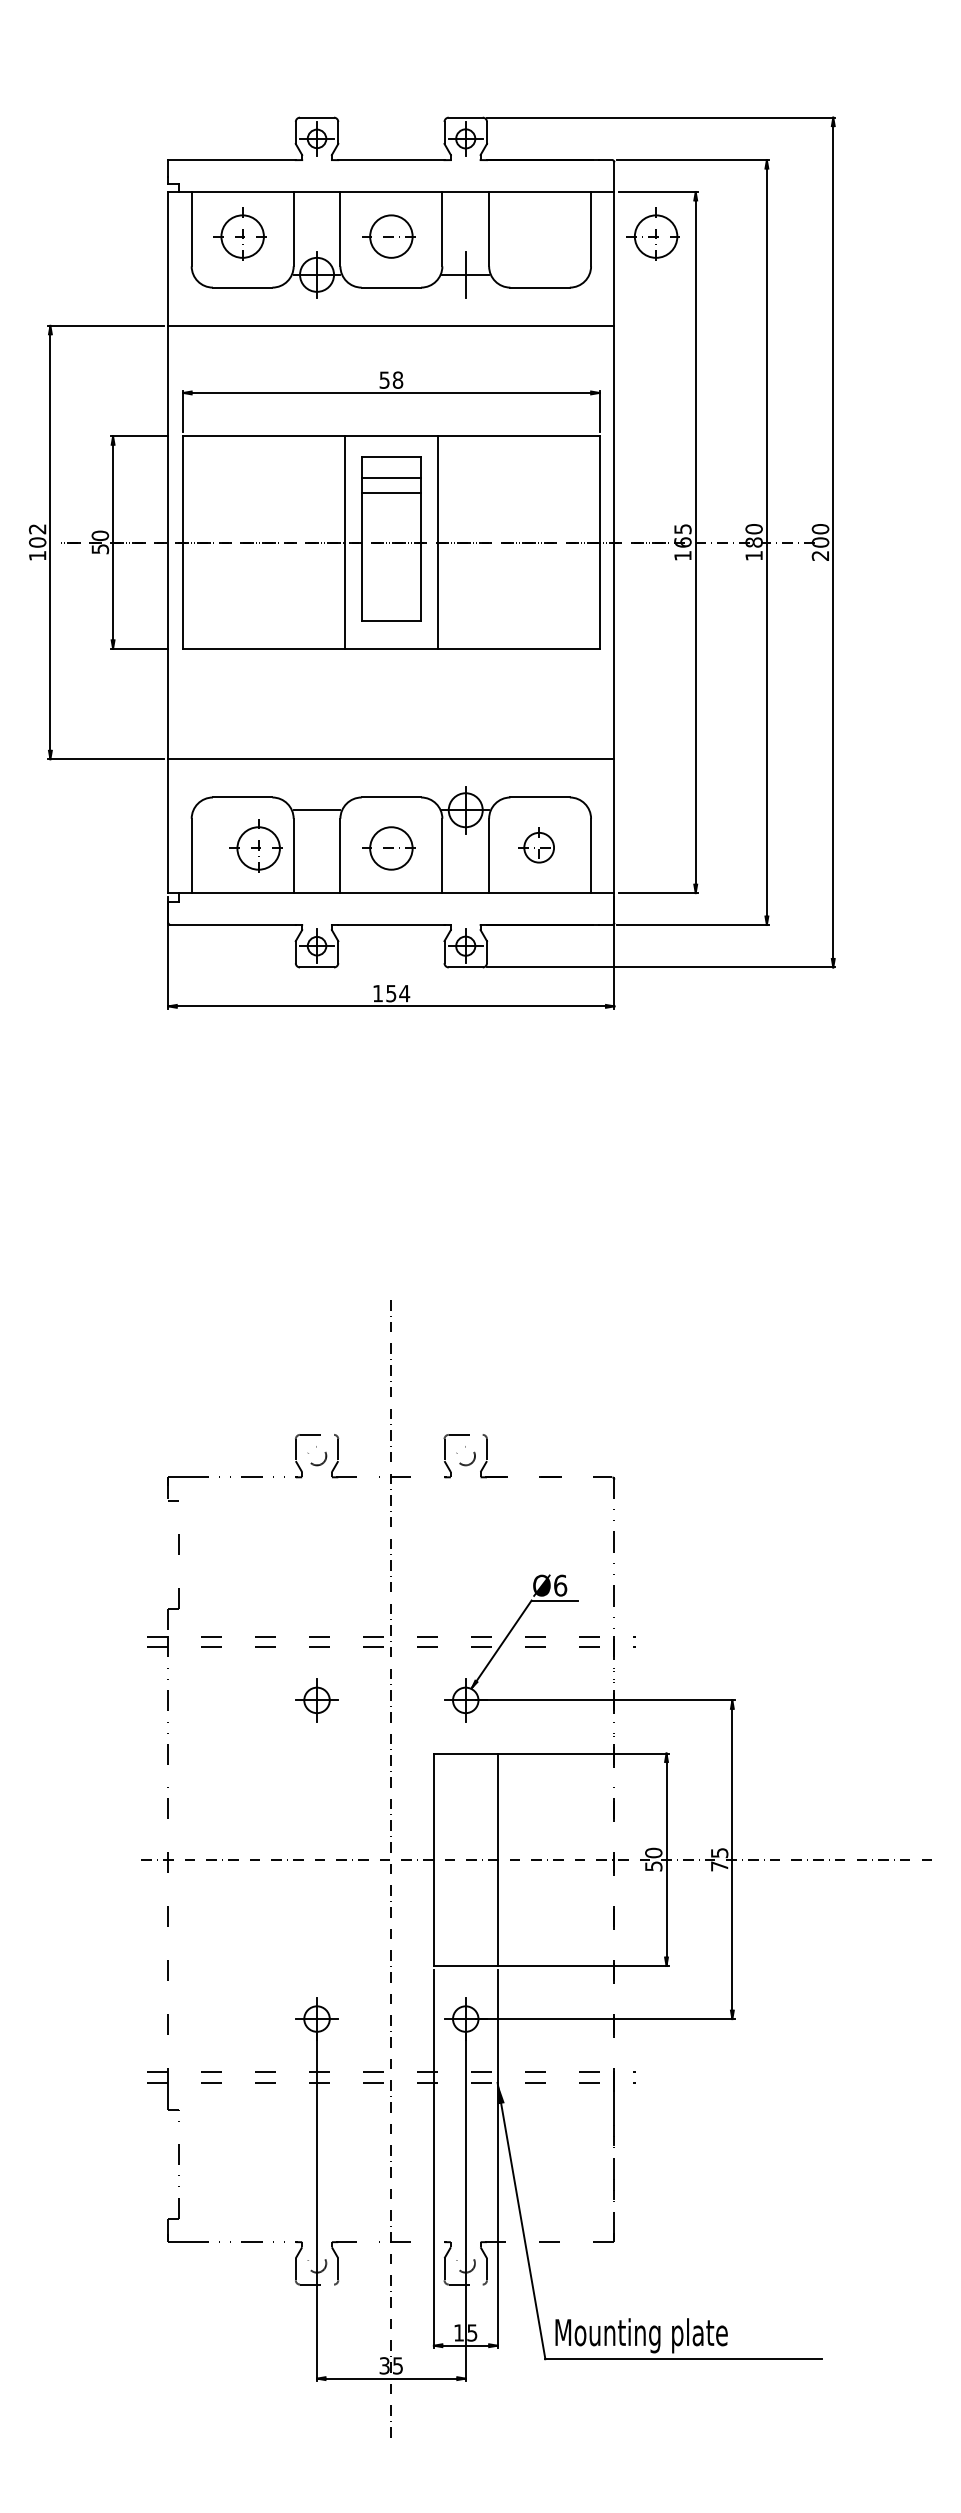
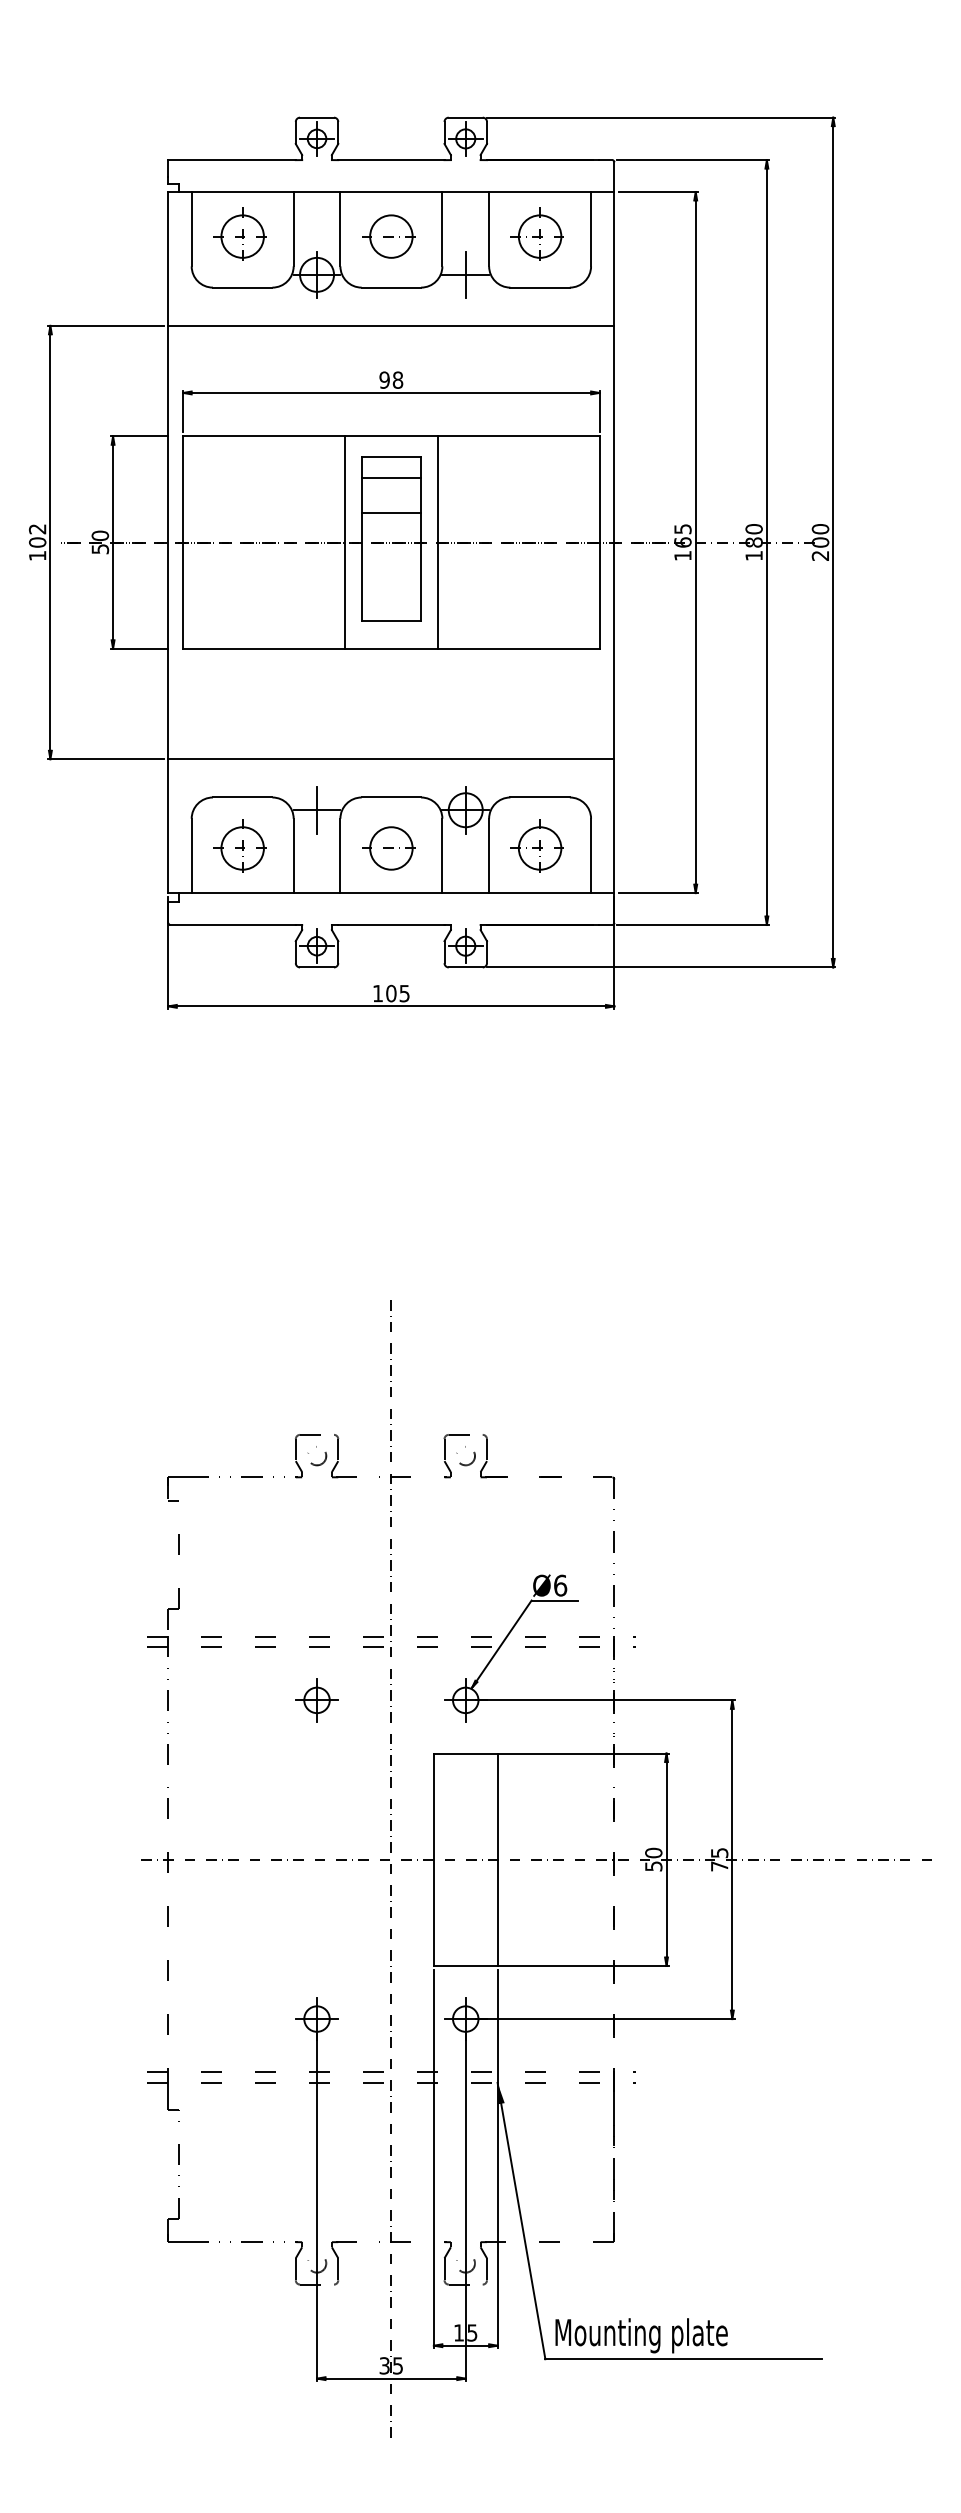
part at (652, 233) position: (652, 233) -> (536, 233)
text at (384, 379): 58 -> 98
line at (391, 493) position: (391, 493) -> (391, 513)
line at (317, 809): none -> present
part at (255, 845) position: (255, 845) -> (239, 845)
part at (536, 845) size: 37x37 px -> 54x54 px
text at (398, 993): 154 -> 105
